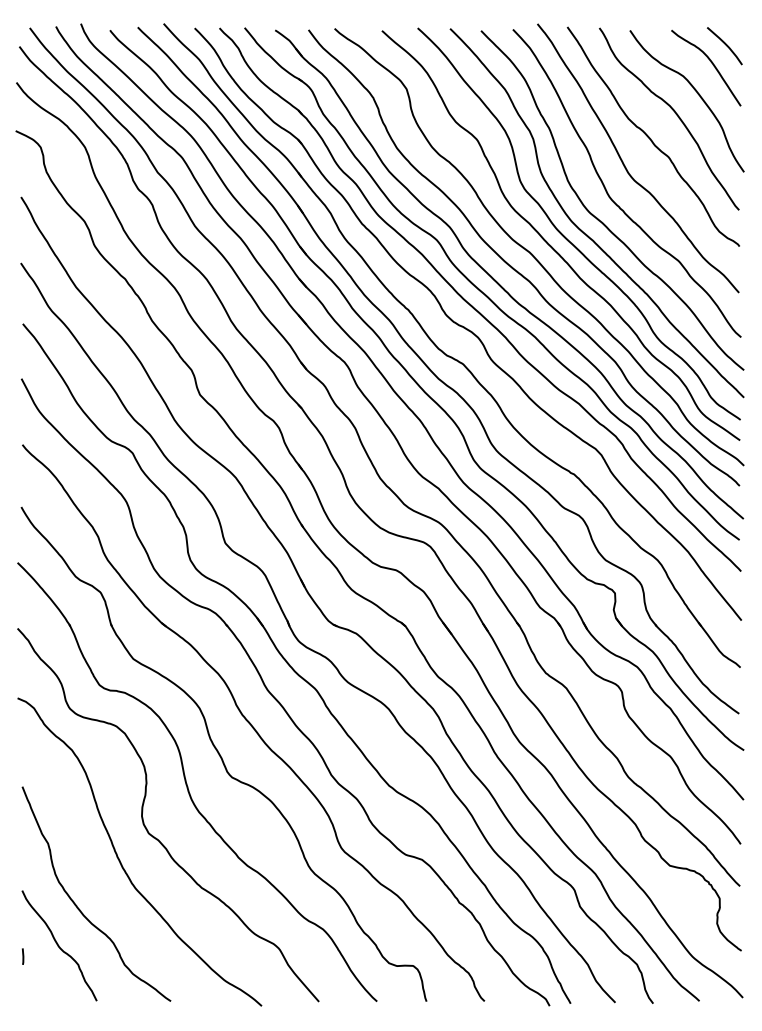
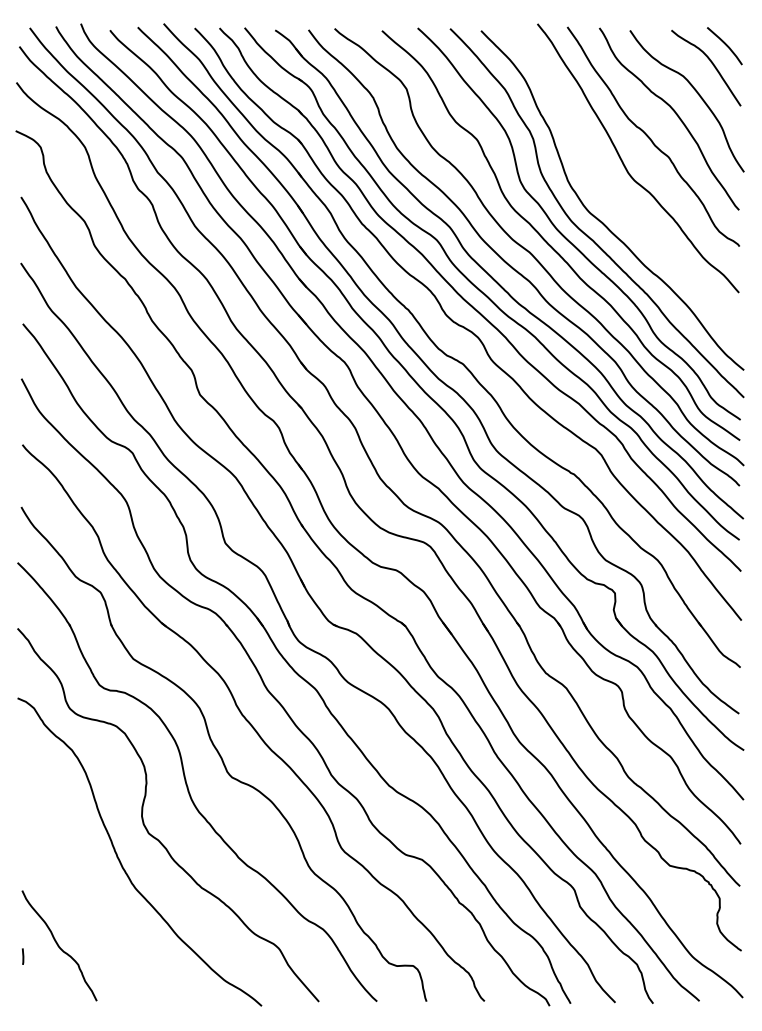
curve at (607, 190): present -> none
curve at (77, 905): present -> none
